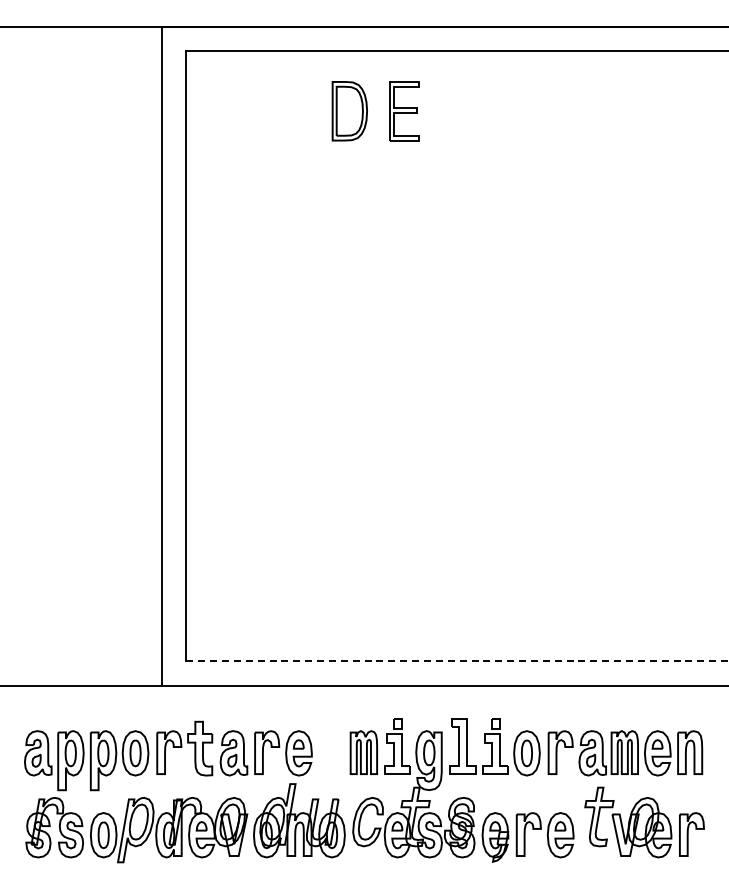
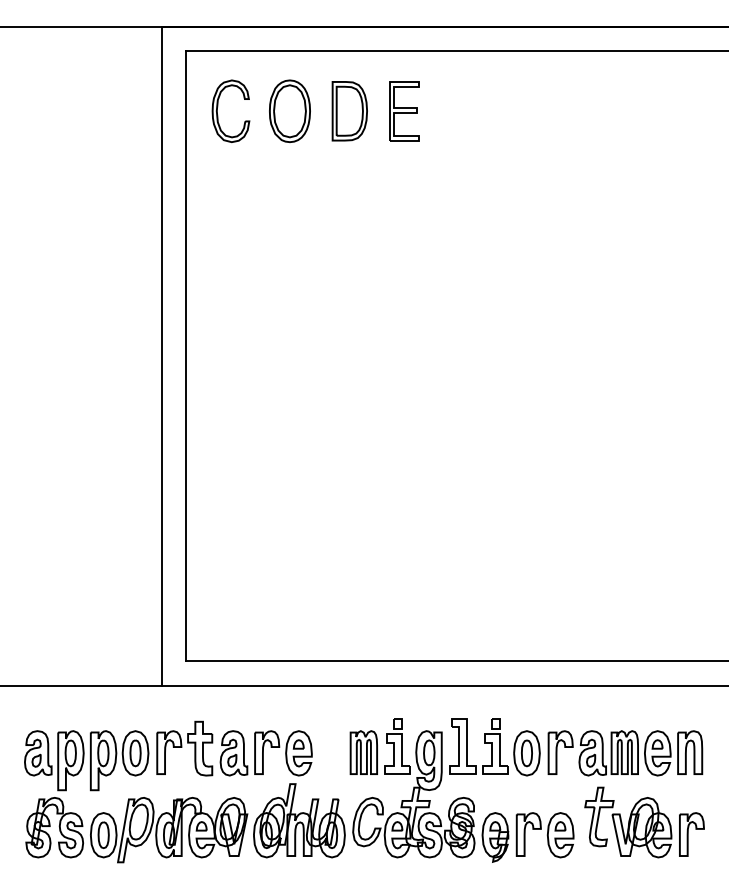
part at (218, 106): none -> present
part at (289, 110): none -> present
line at (457, 661): dashed -> solid
